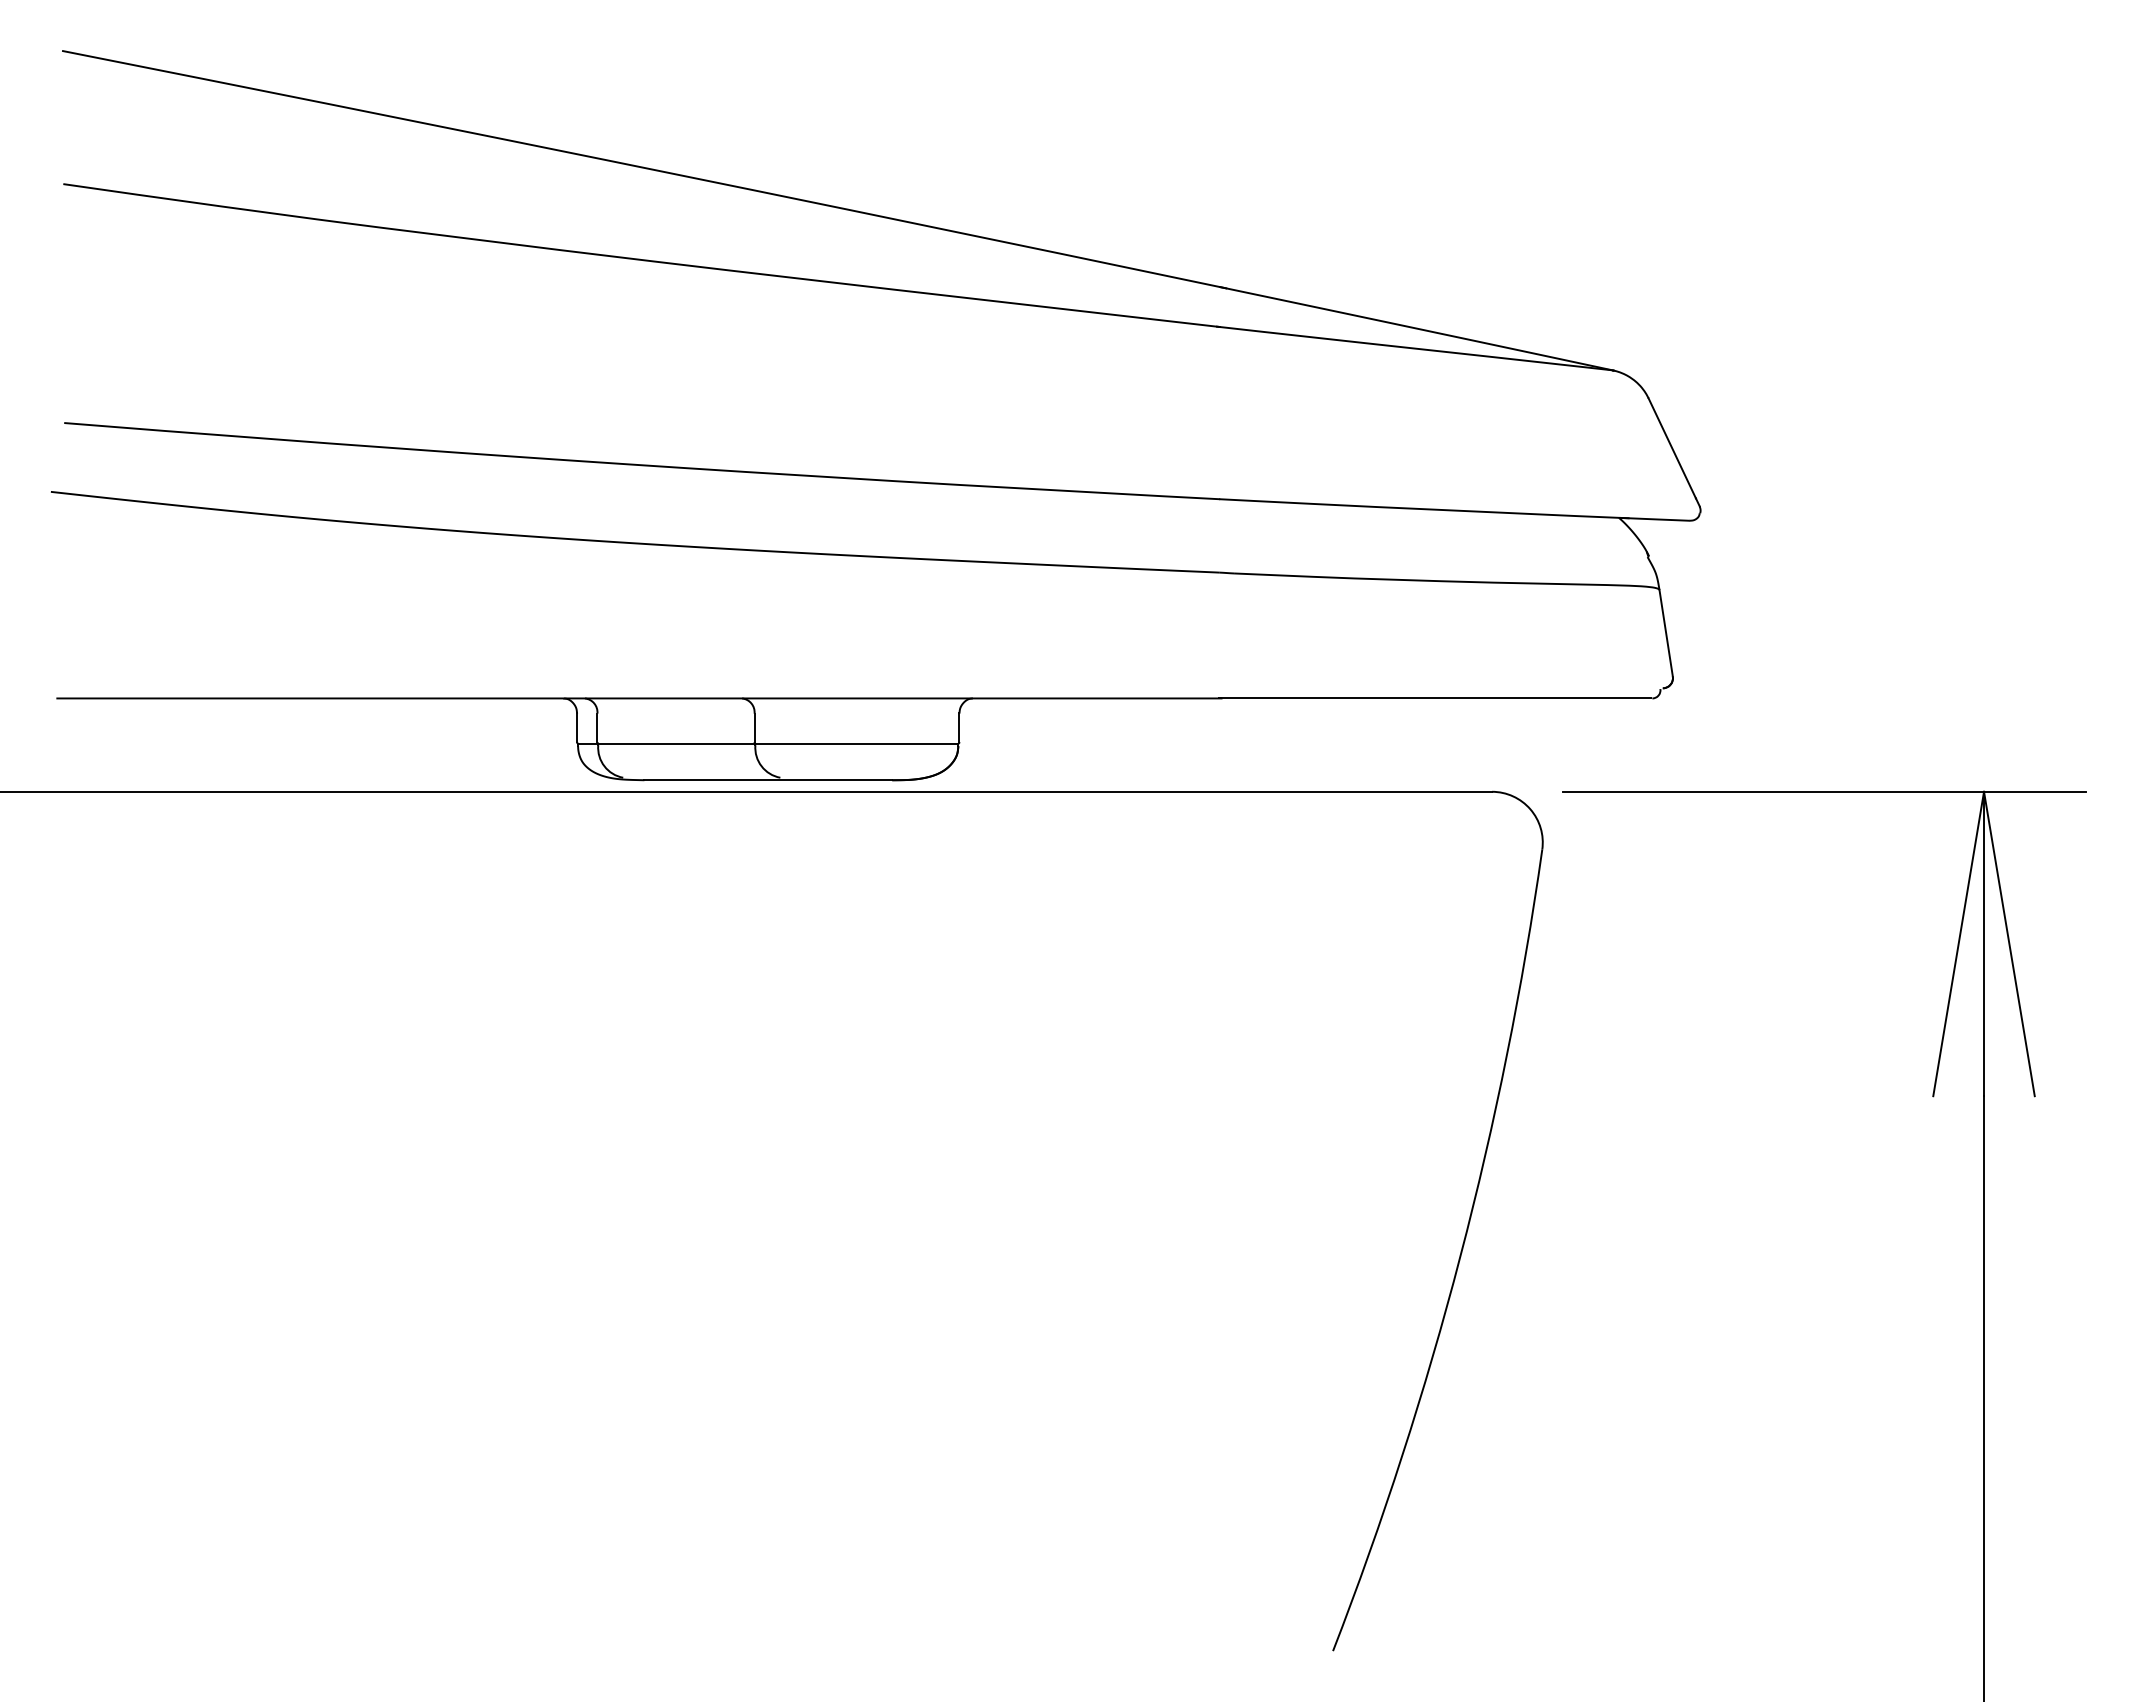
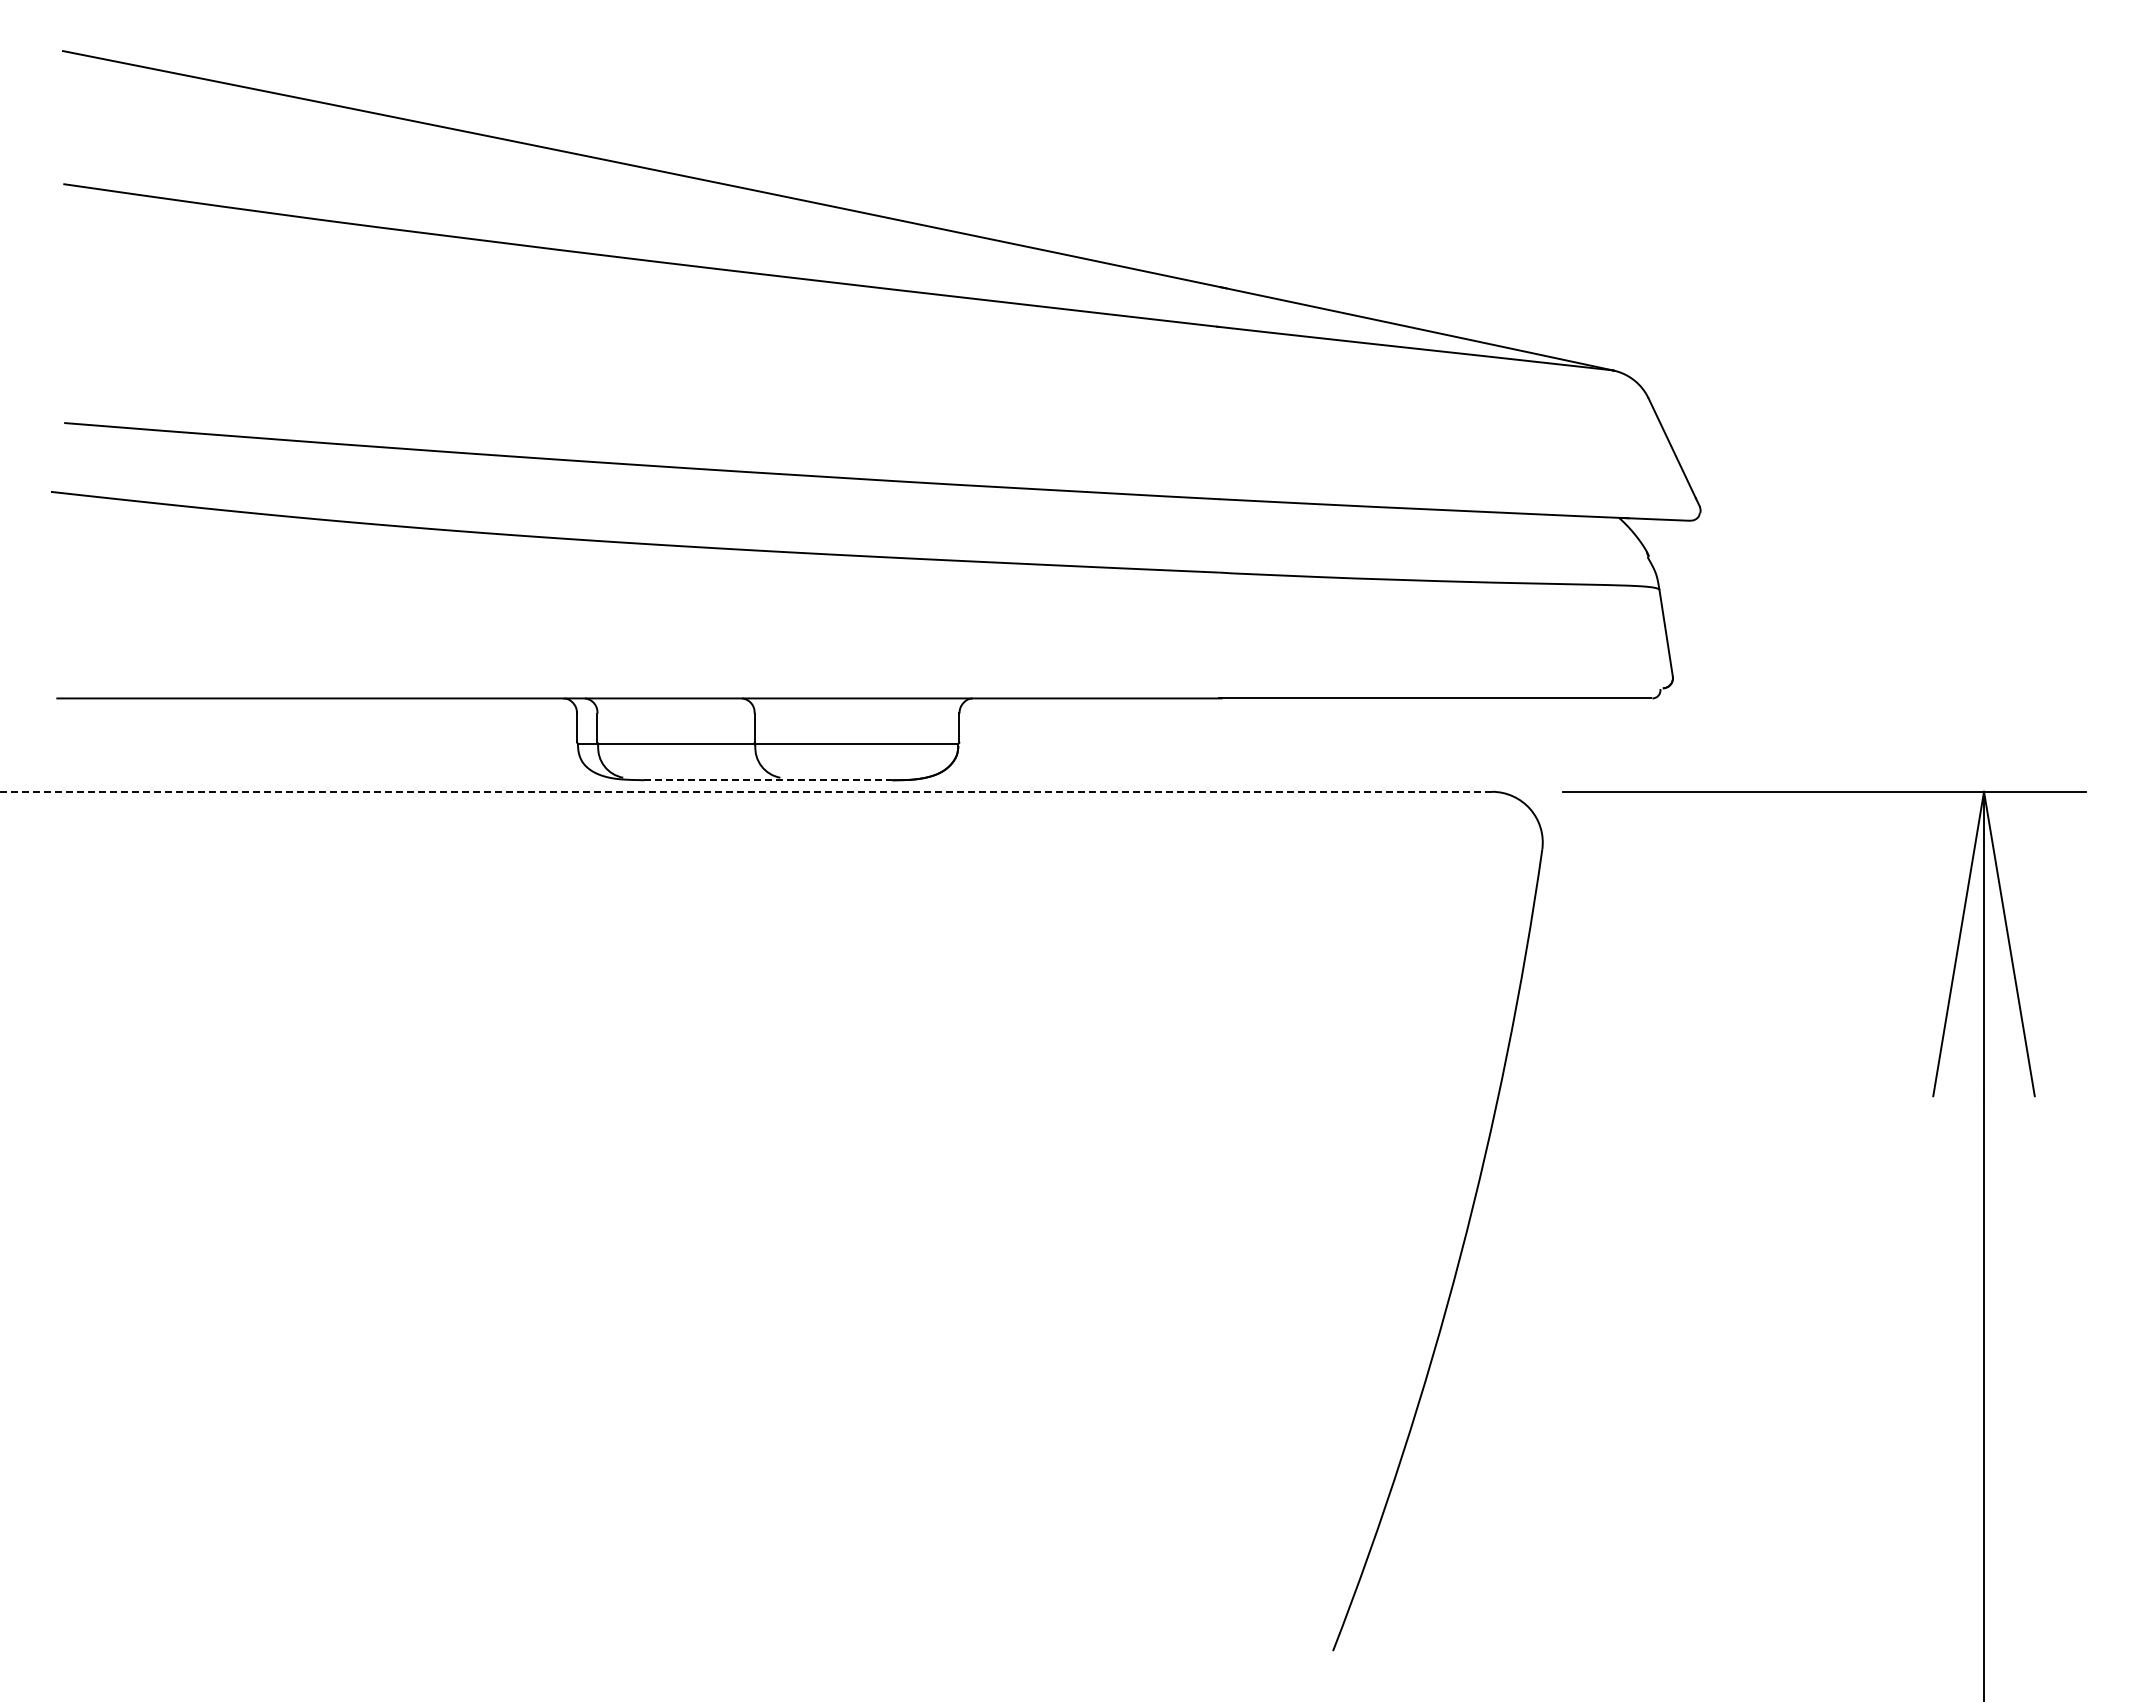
line at (768, 780): solid -> dashed
line at (746, 791): solid -> dashed
